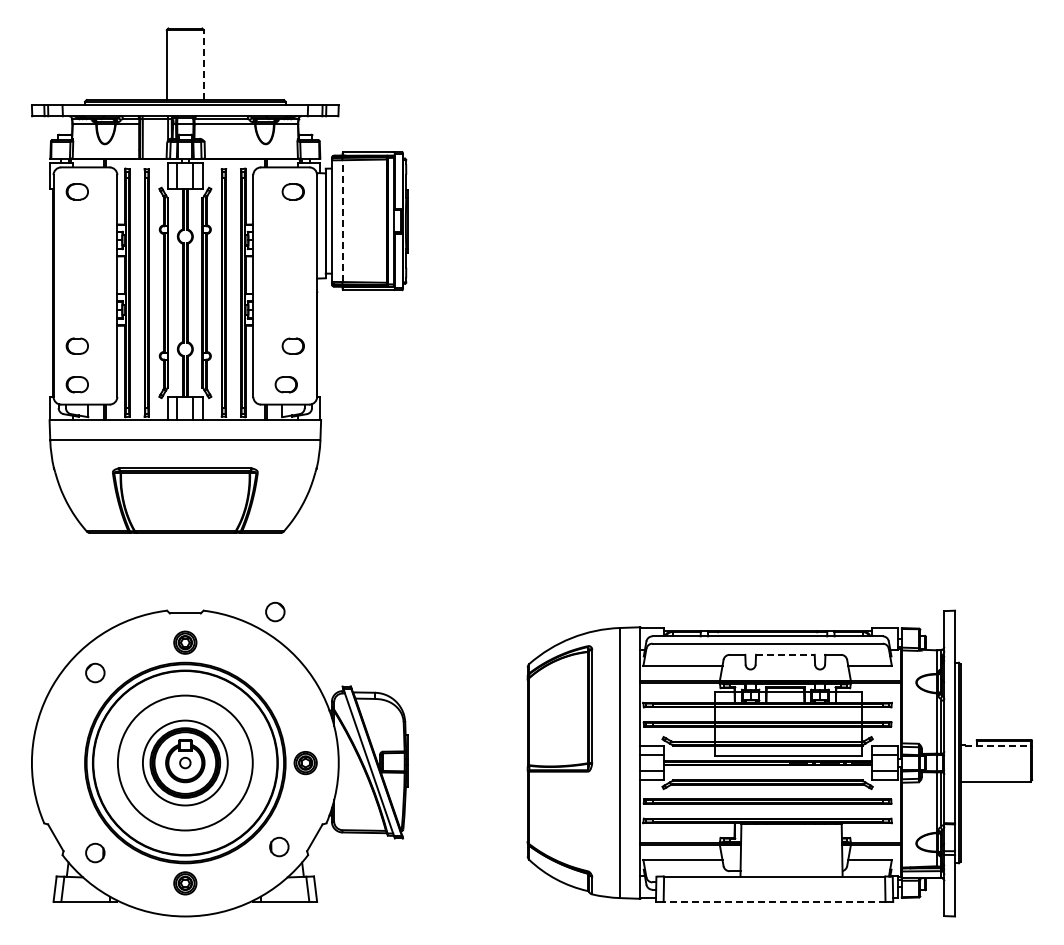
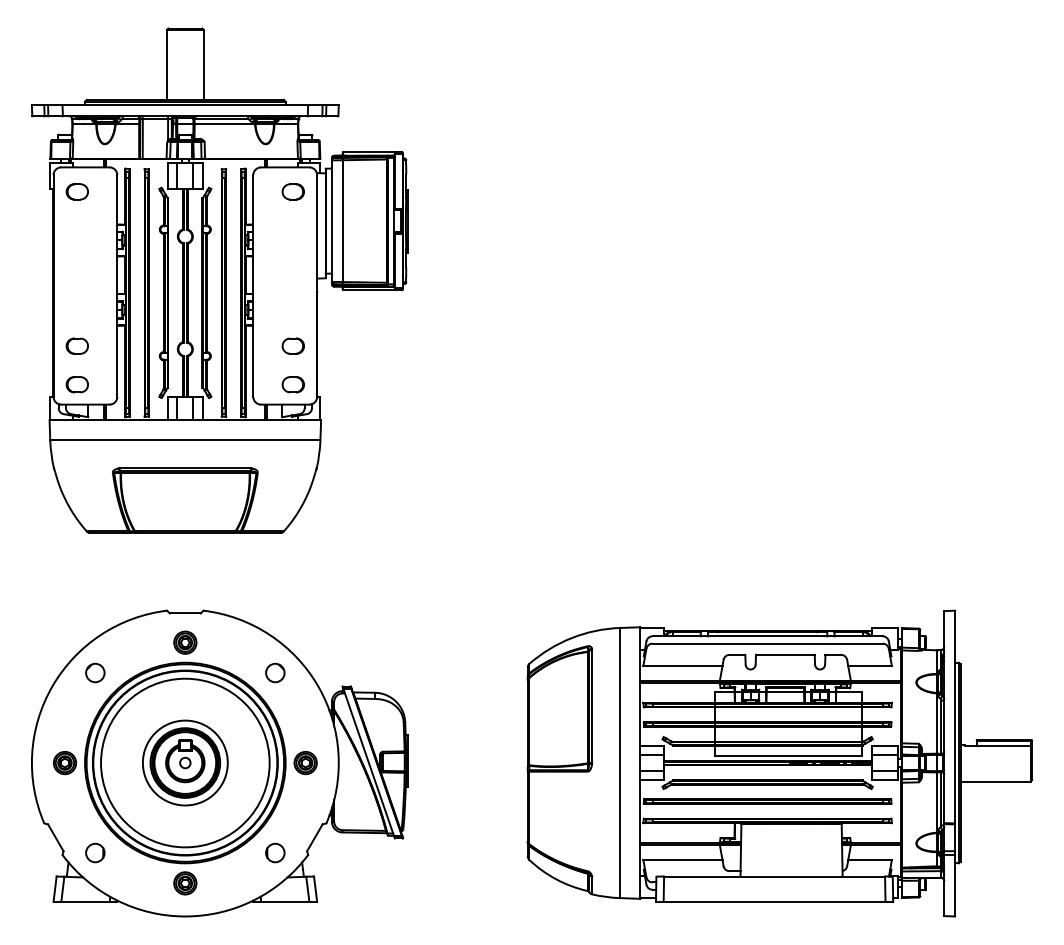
line at (203, 64): dashed -> solid
line at (342, 221): dashed -> solid
part at (285, 384) position: (285, 384) -> (292, 384)
part at (275, 611) position: (275, 611) -> (275, 672)
line at (785, 654): dashed -> solid
line at (997, 745): dashed -> solid
circle at (184, 762) diameter: 135 px -> 169 px
part at (64, 763): none -> present
part at (279, 846) position: (279, 846) -> (275, 852)
line at (774, 901): dashed -> solid
